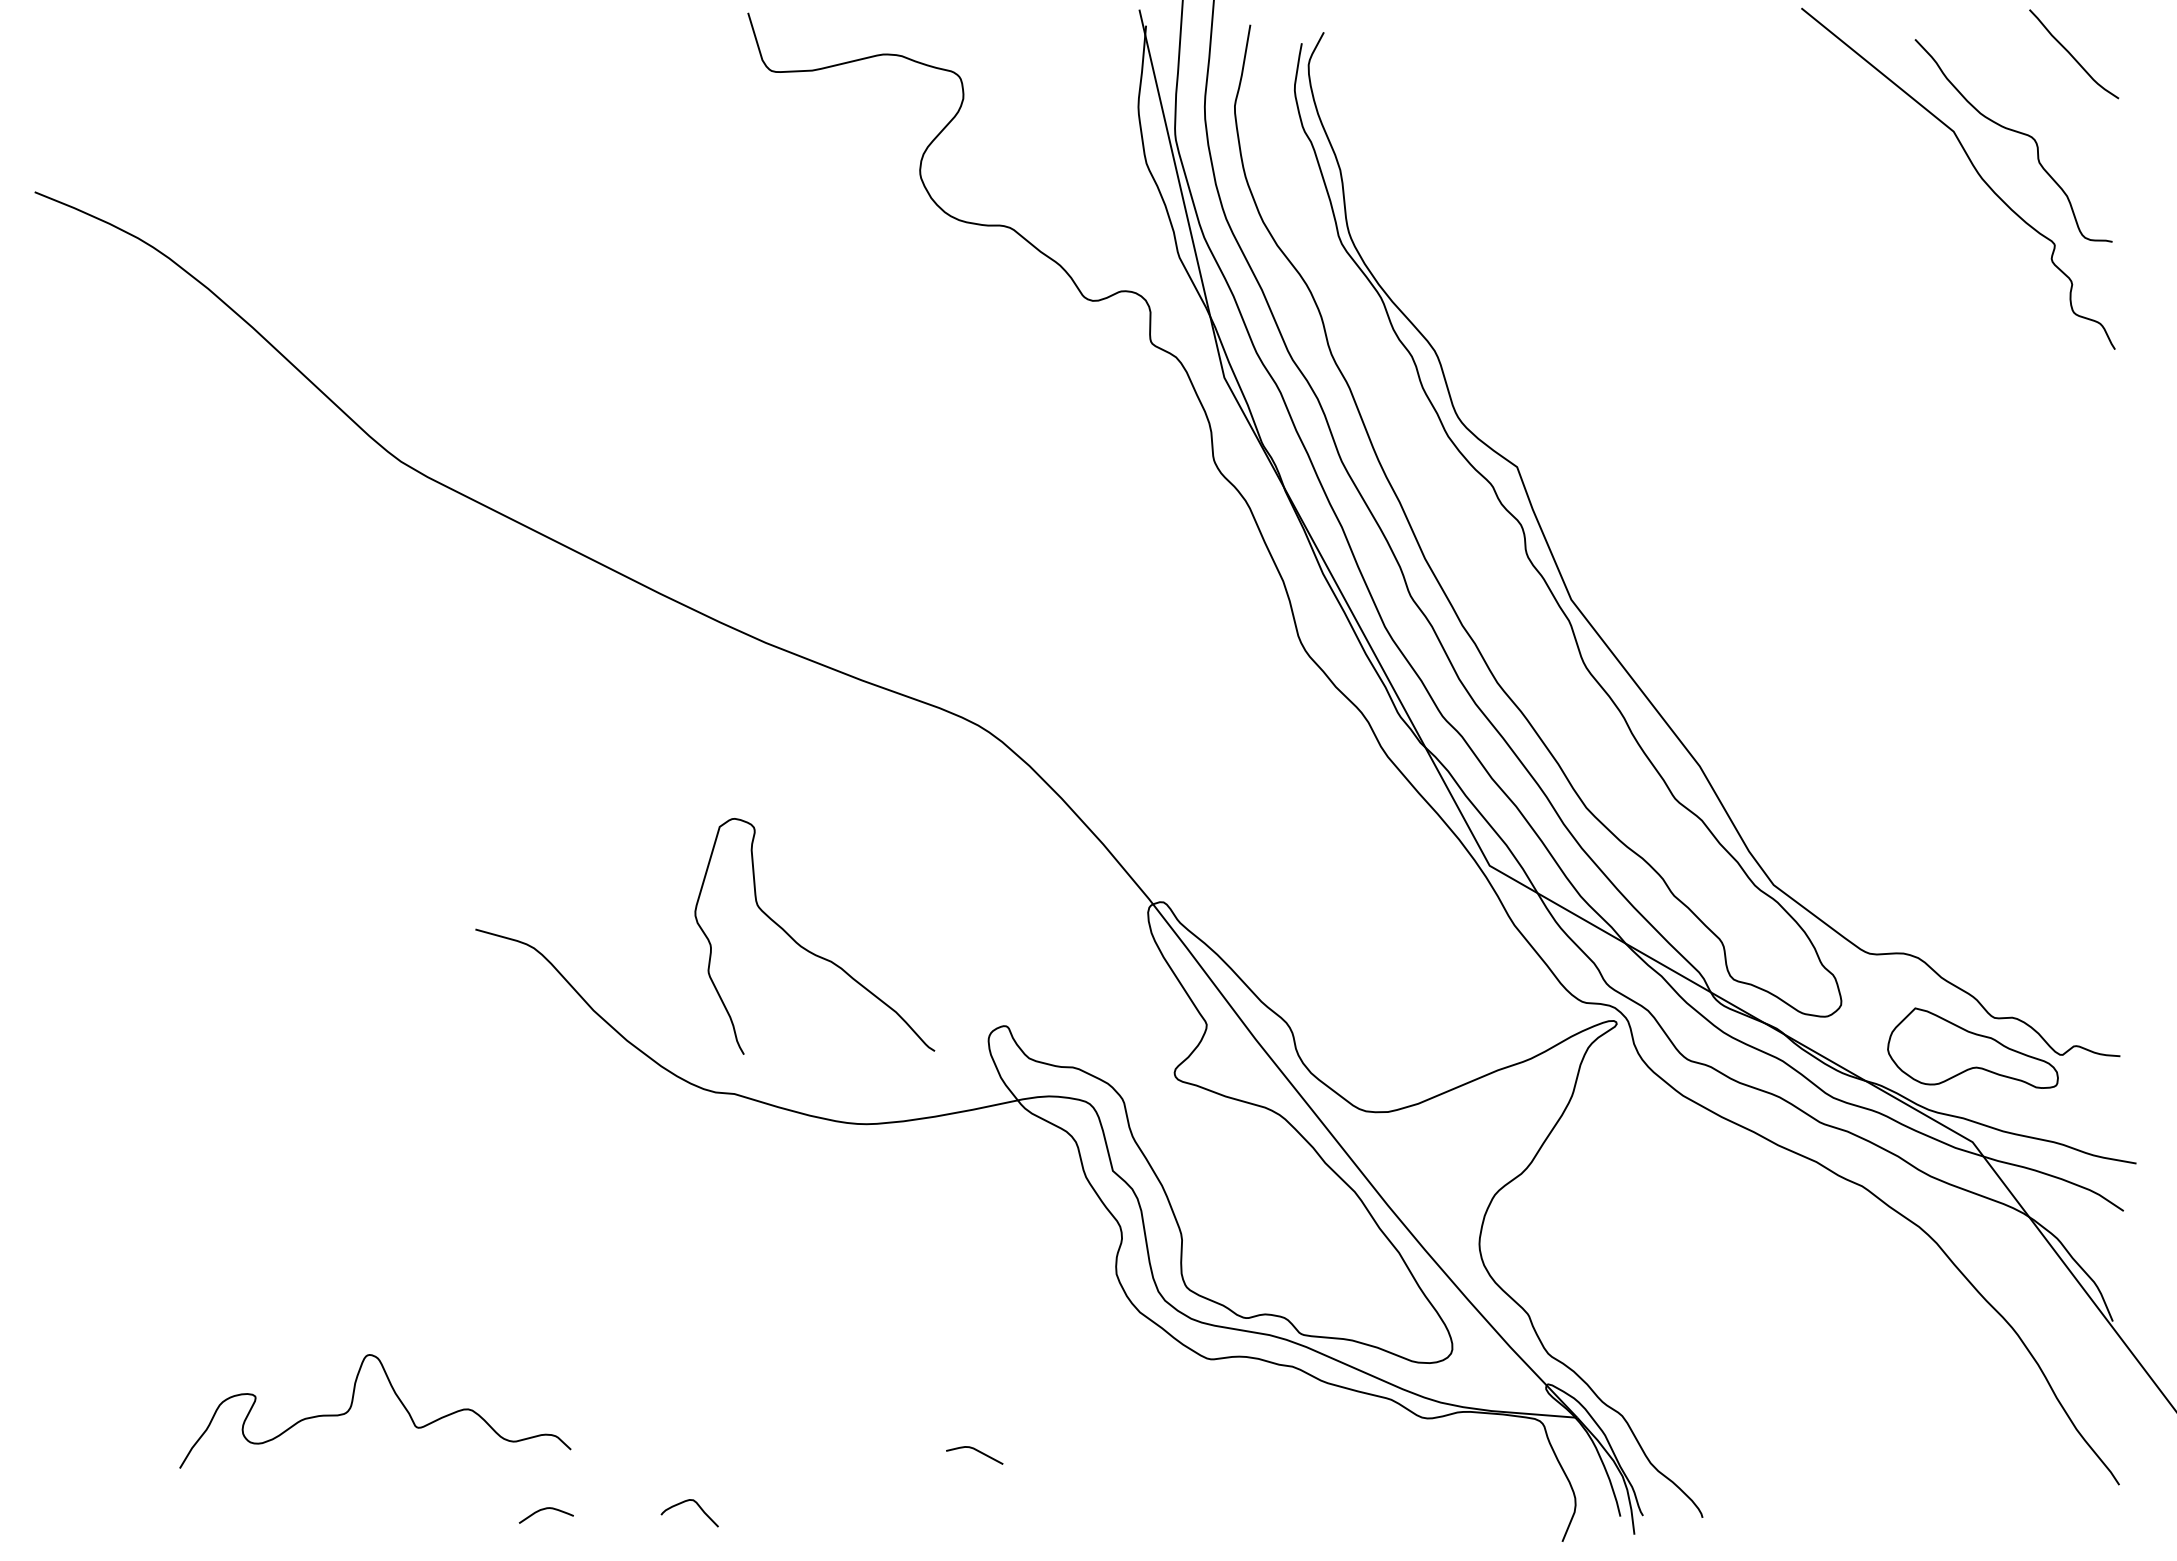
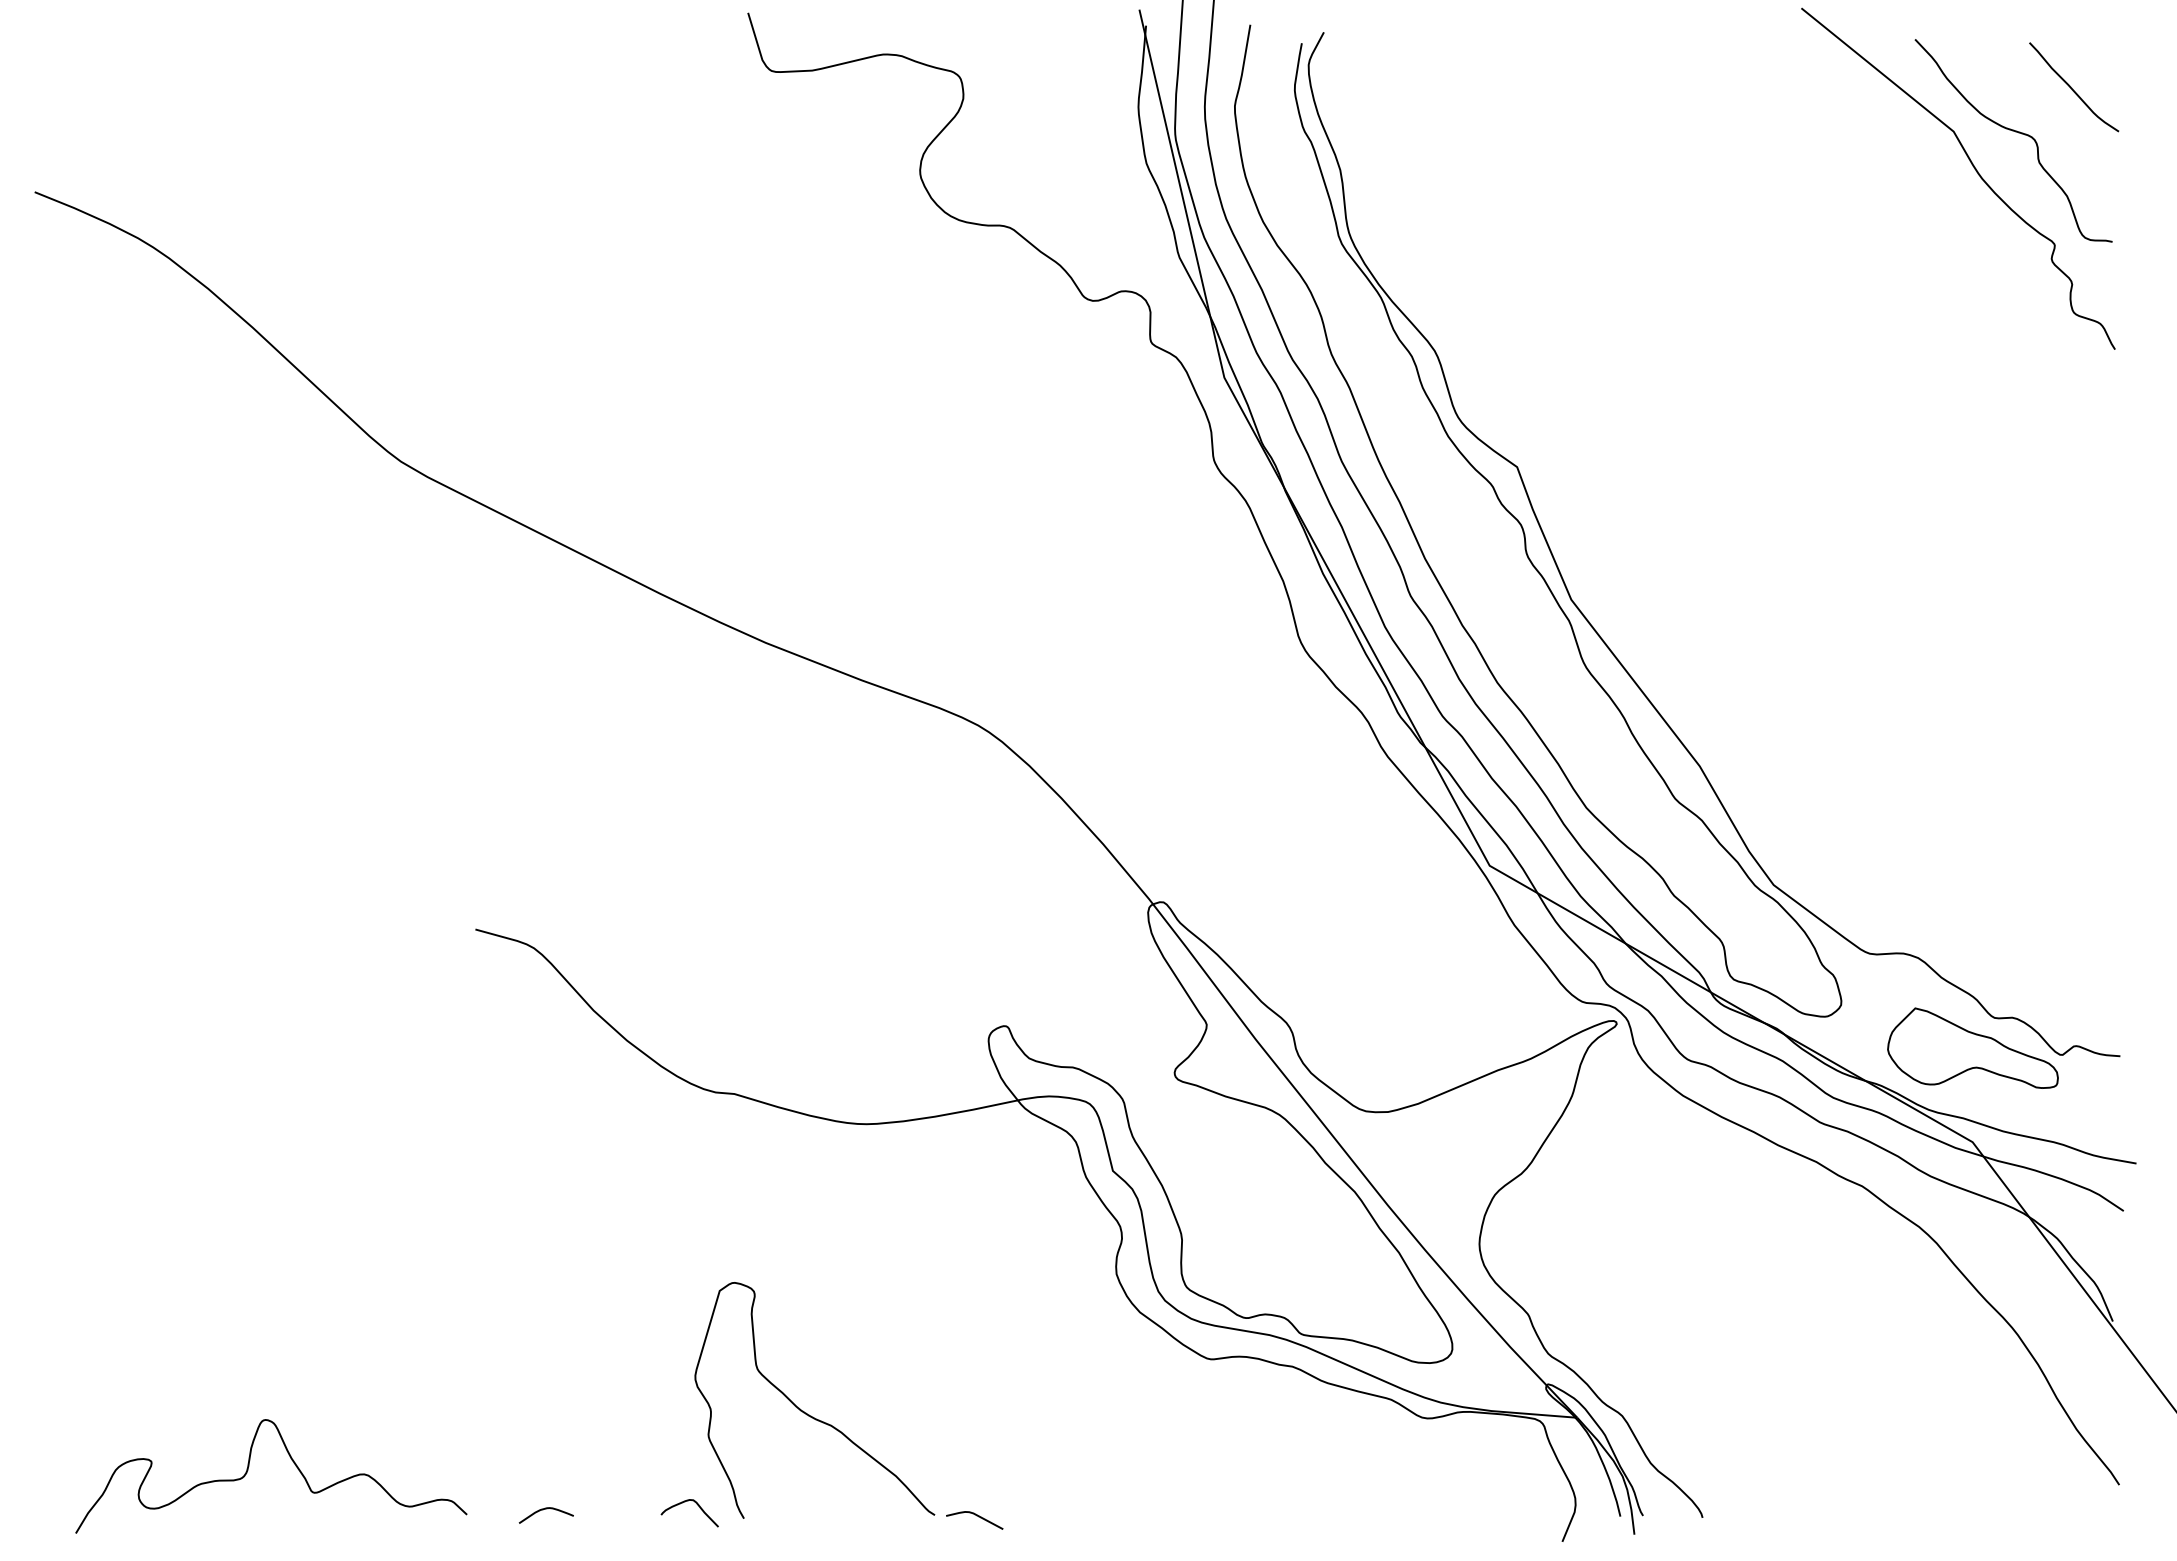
curve at (2072, 55) position: (2072, 55) -> (2072, 88)
curve at (806, 948) position: (806, 948) -> (806, 1412)
curve at (352, 1405) position: (352, 1405) -> (248, 1470)
curve at (976, 1451) position: (976, 1451) -> (976, 1516)
